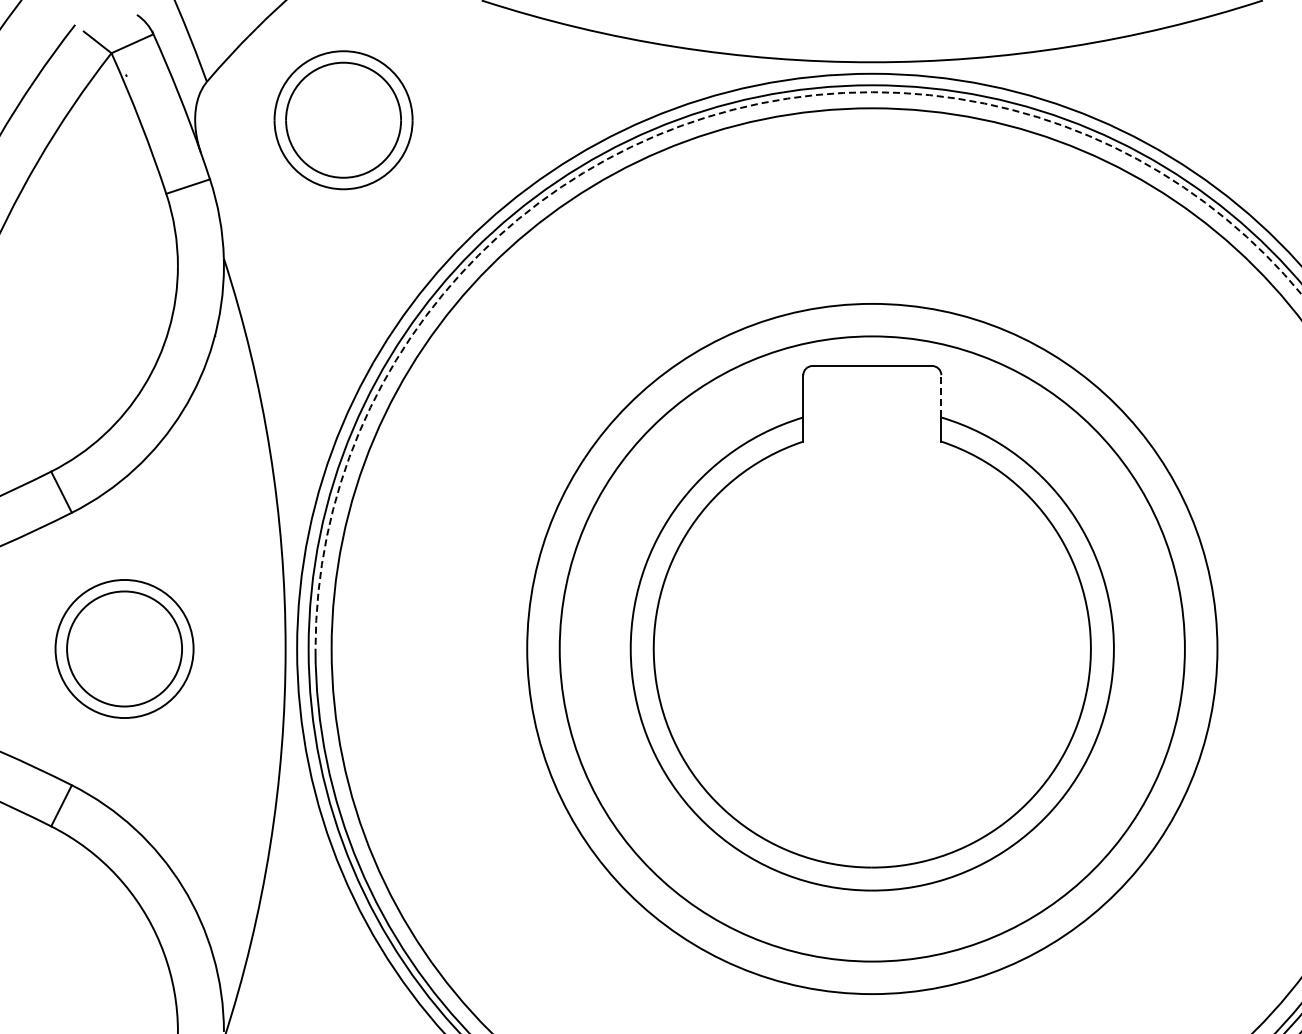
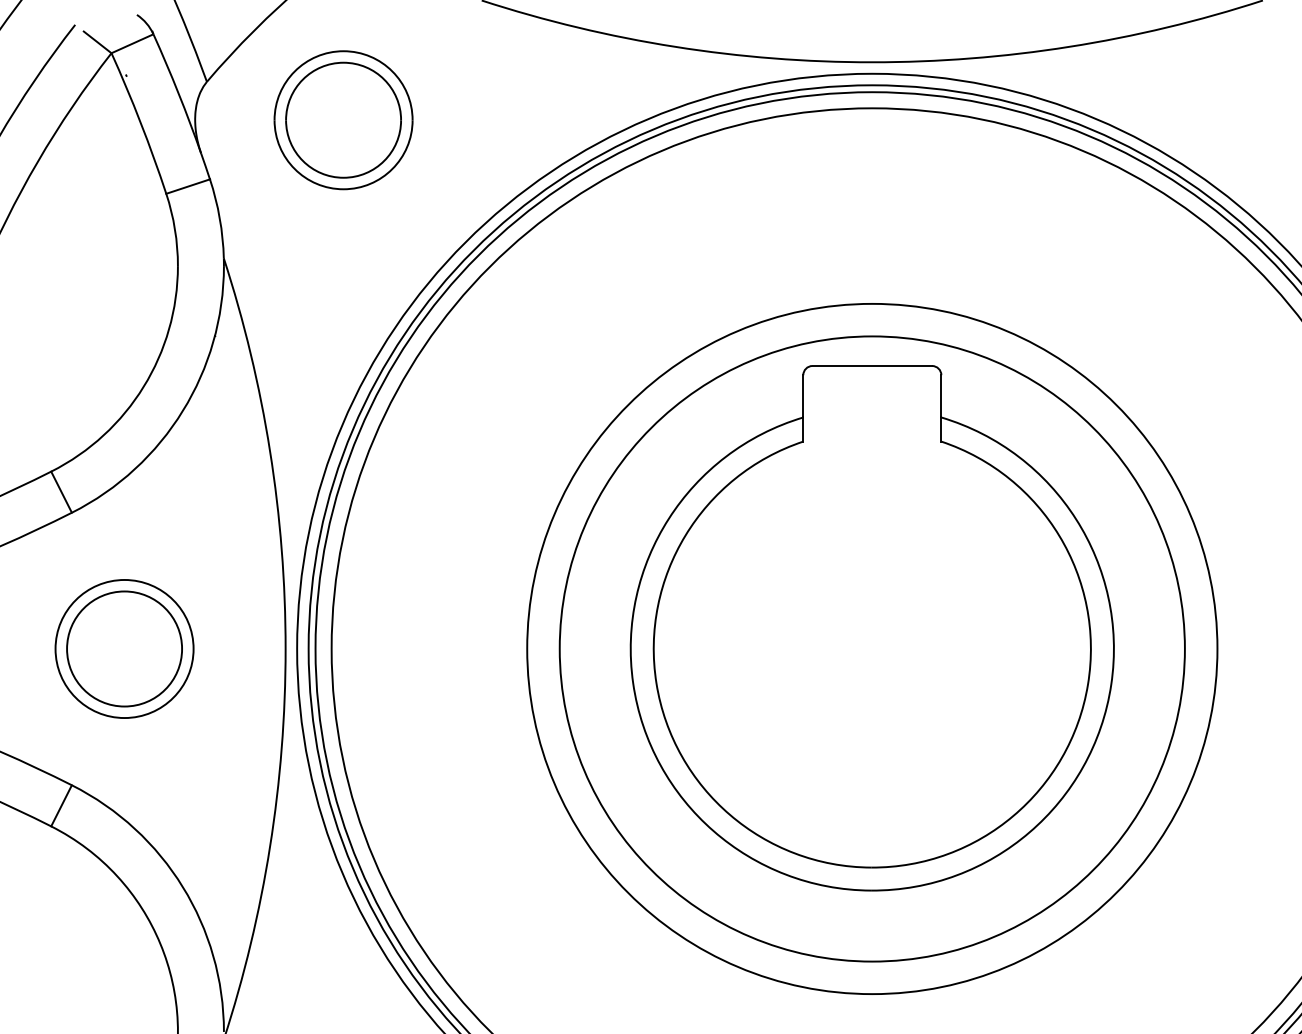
arc at (683, 125): dashed -> solid
line at (941, 395): dashed -> solid
